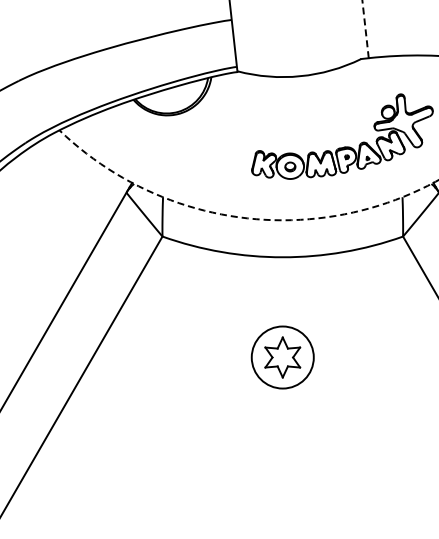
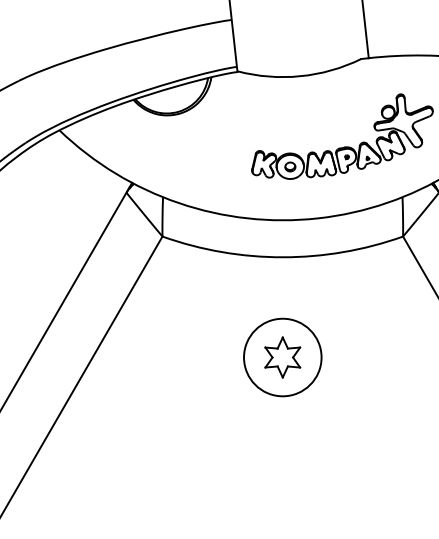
line at (365, 29): dashed -> solid
arc at (240, 217): dashed -> solid
circle at (282, 357) diameter: 62 px -> 78 px
